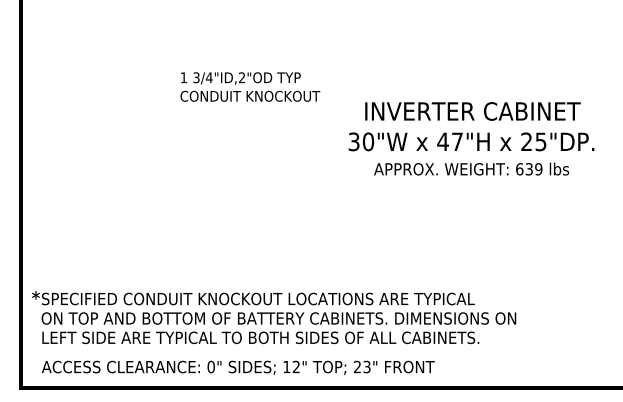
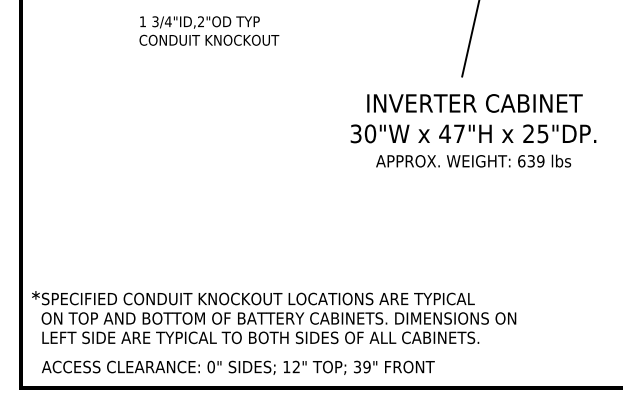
line at (470, 39): none -> present
text at (250, 86) position: (250, 86) -> (209, 30)
text at (471, 138) position: (471, 138) -> (473, 130)
text at (362, 366): 23" -> 39"
